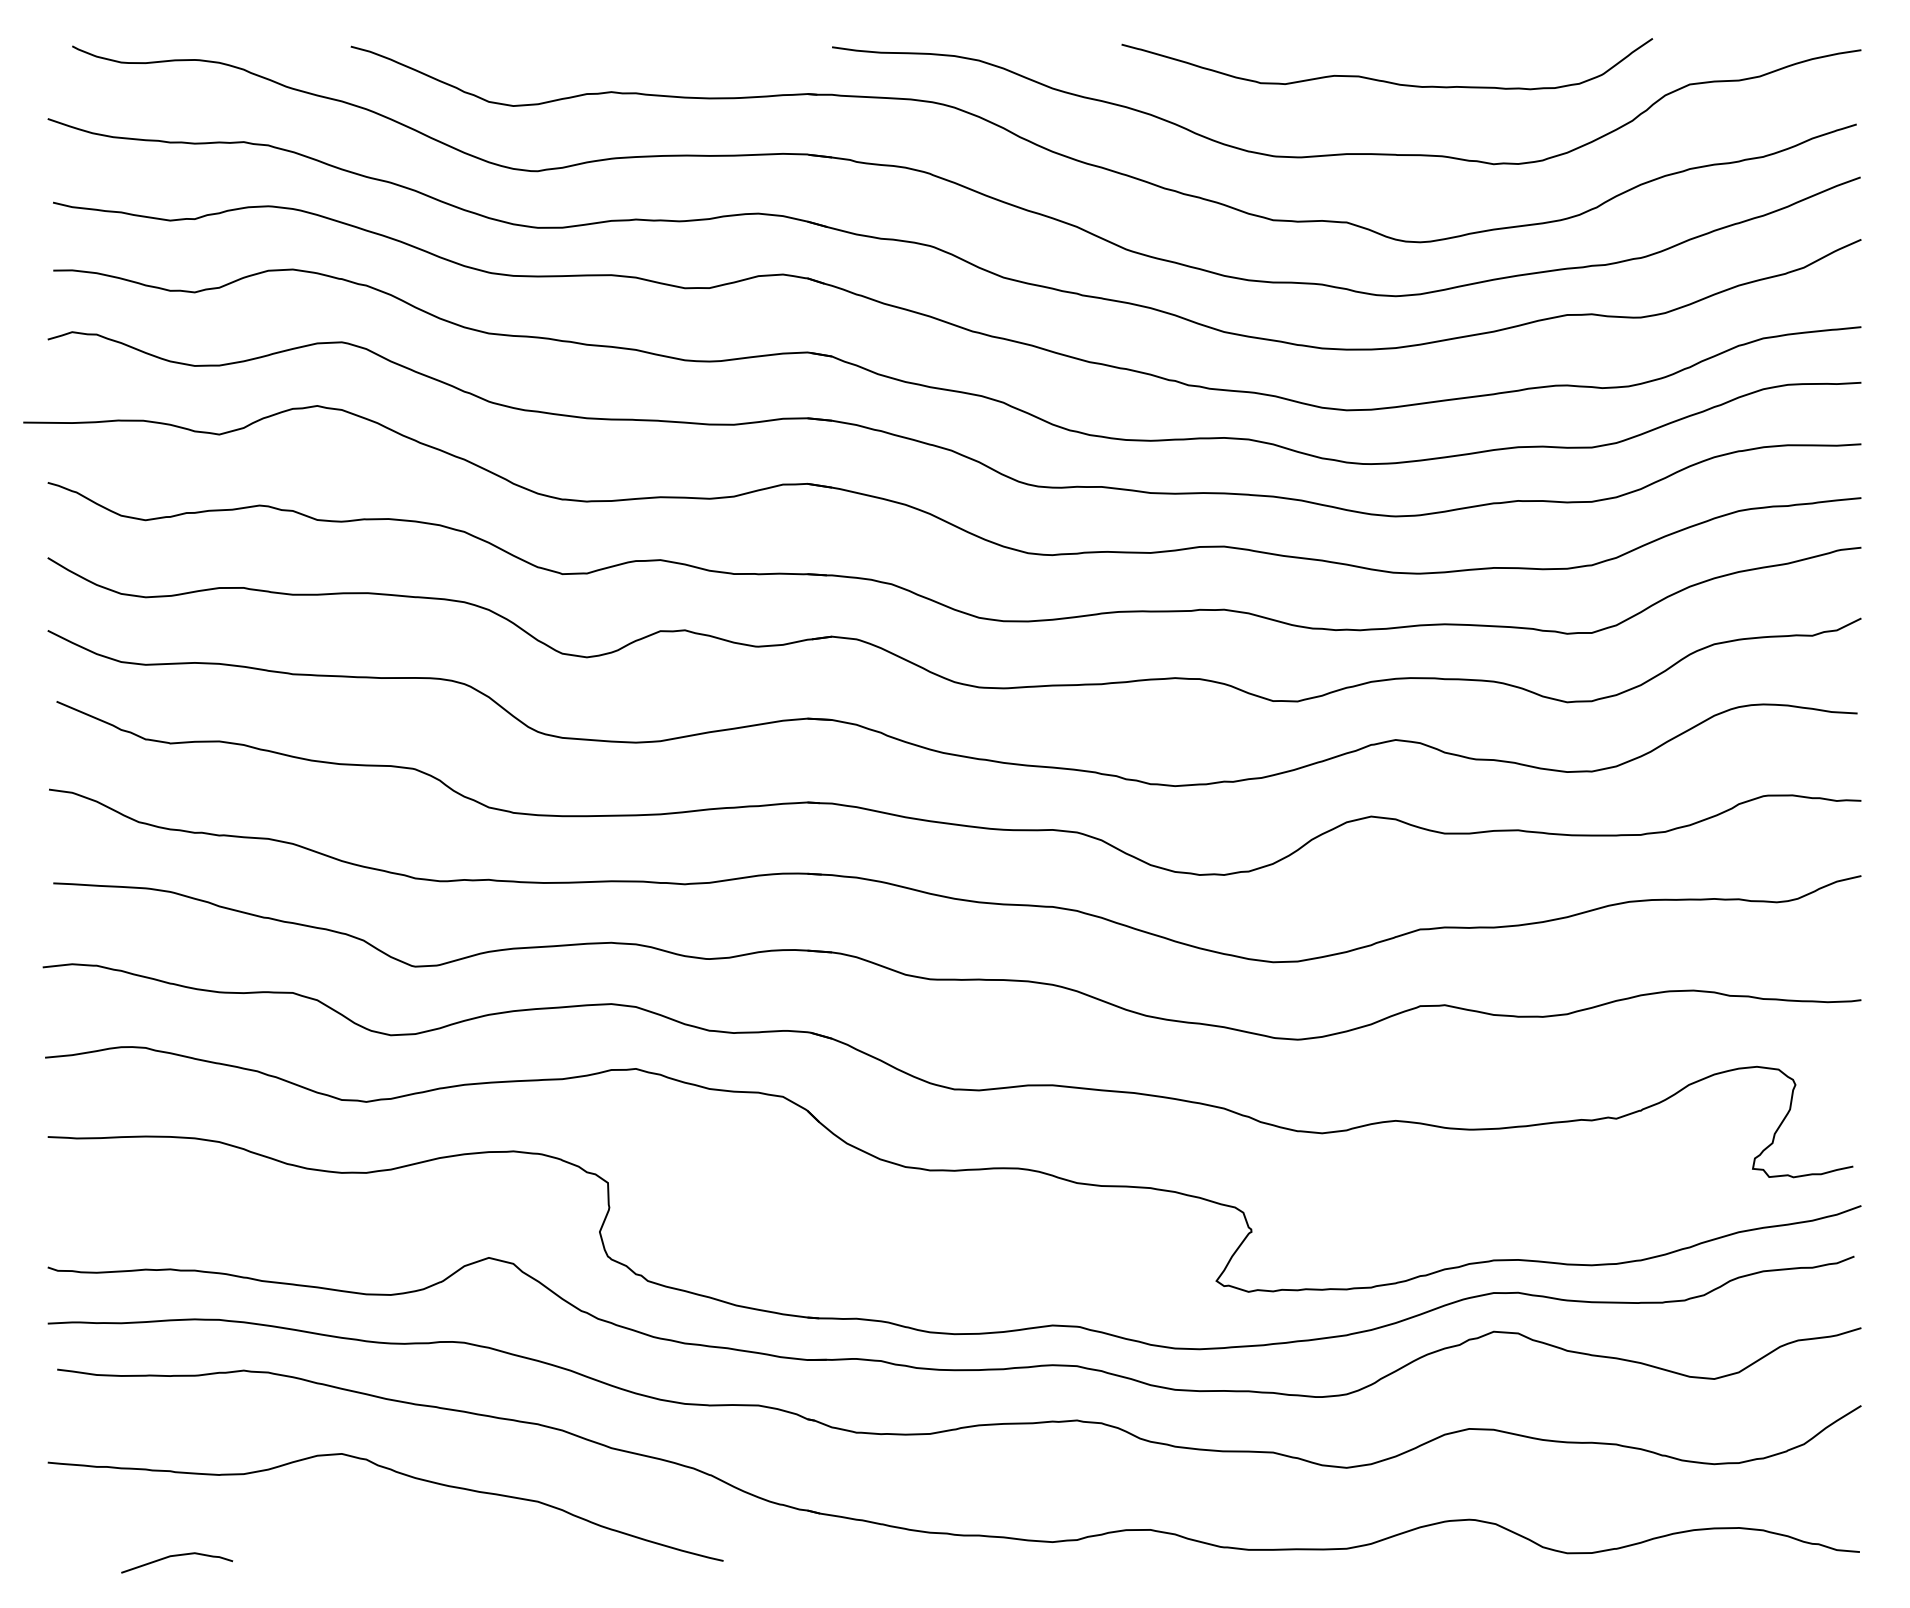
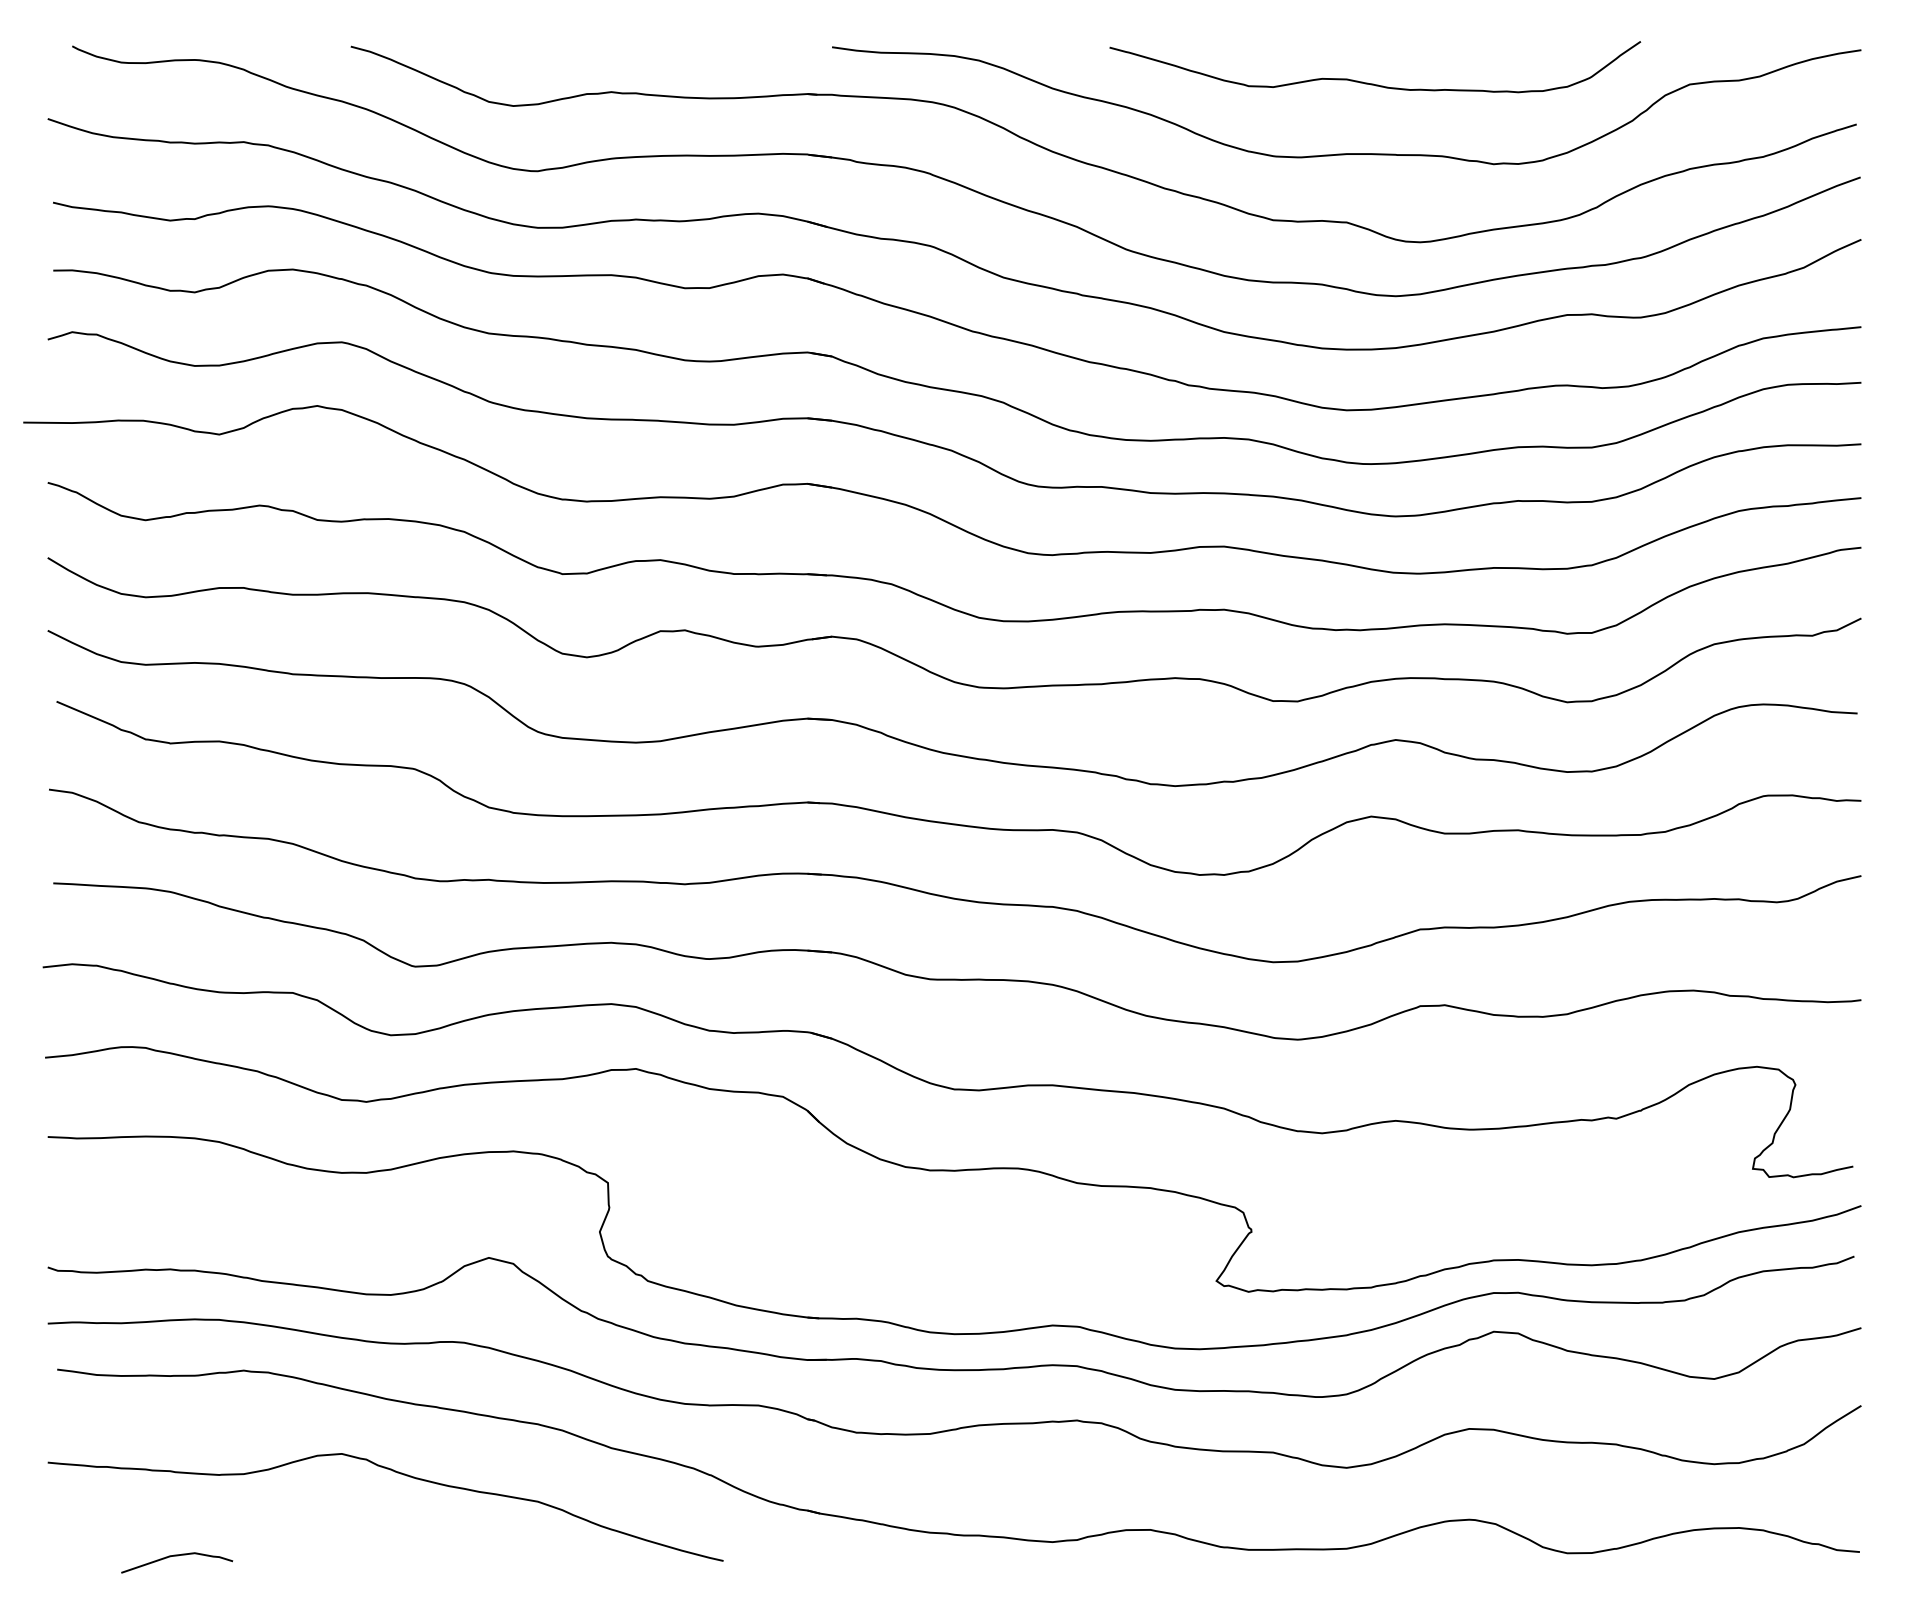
curve at (1385, 80) position: (1385, 80) -> (1373, 83)
